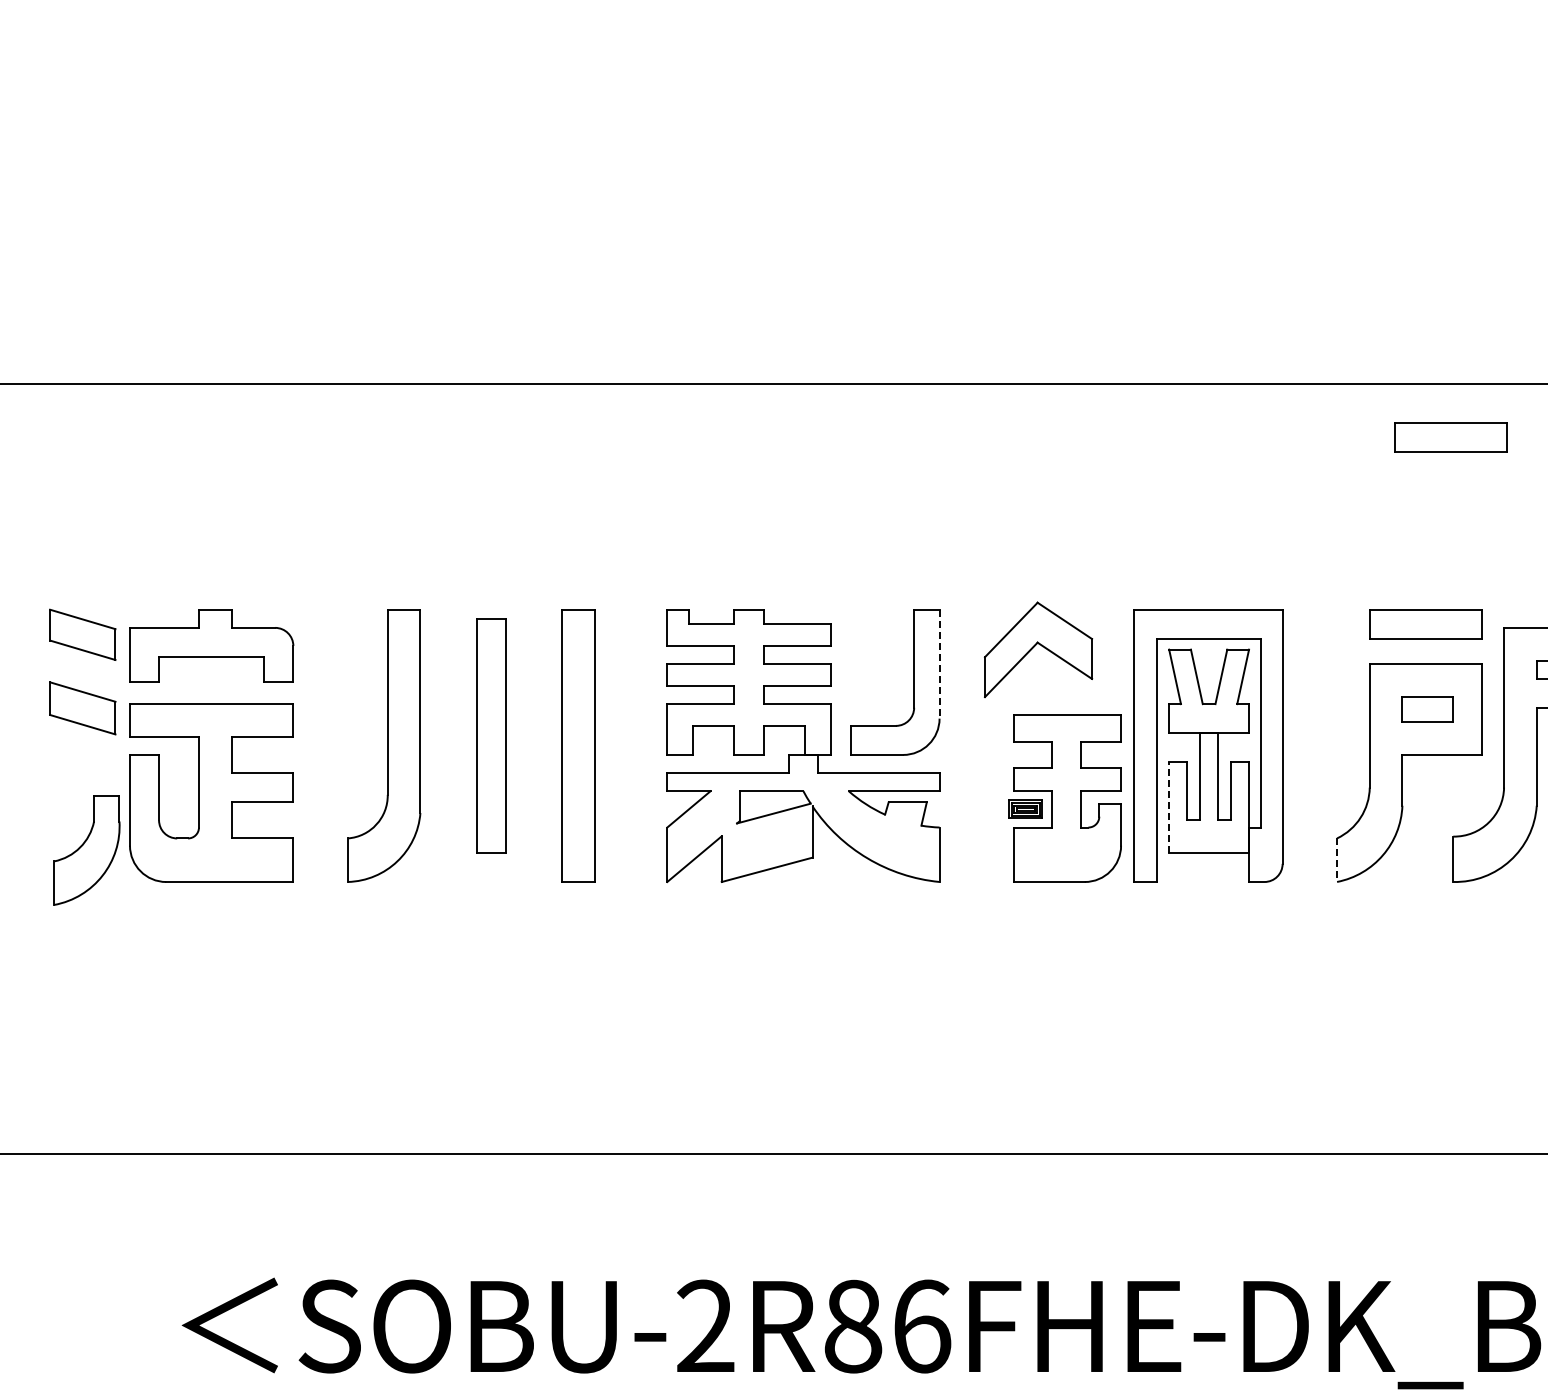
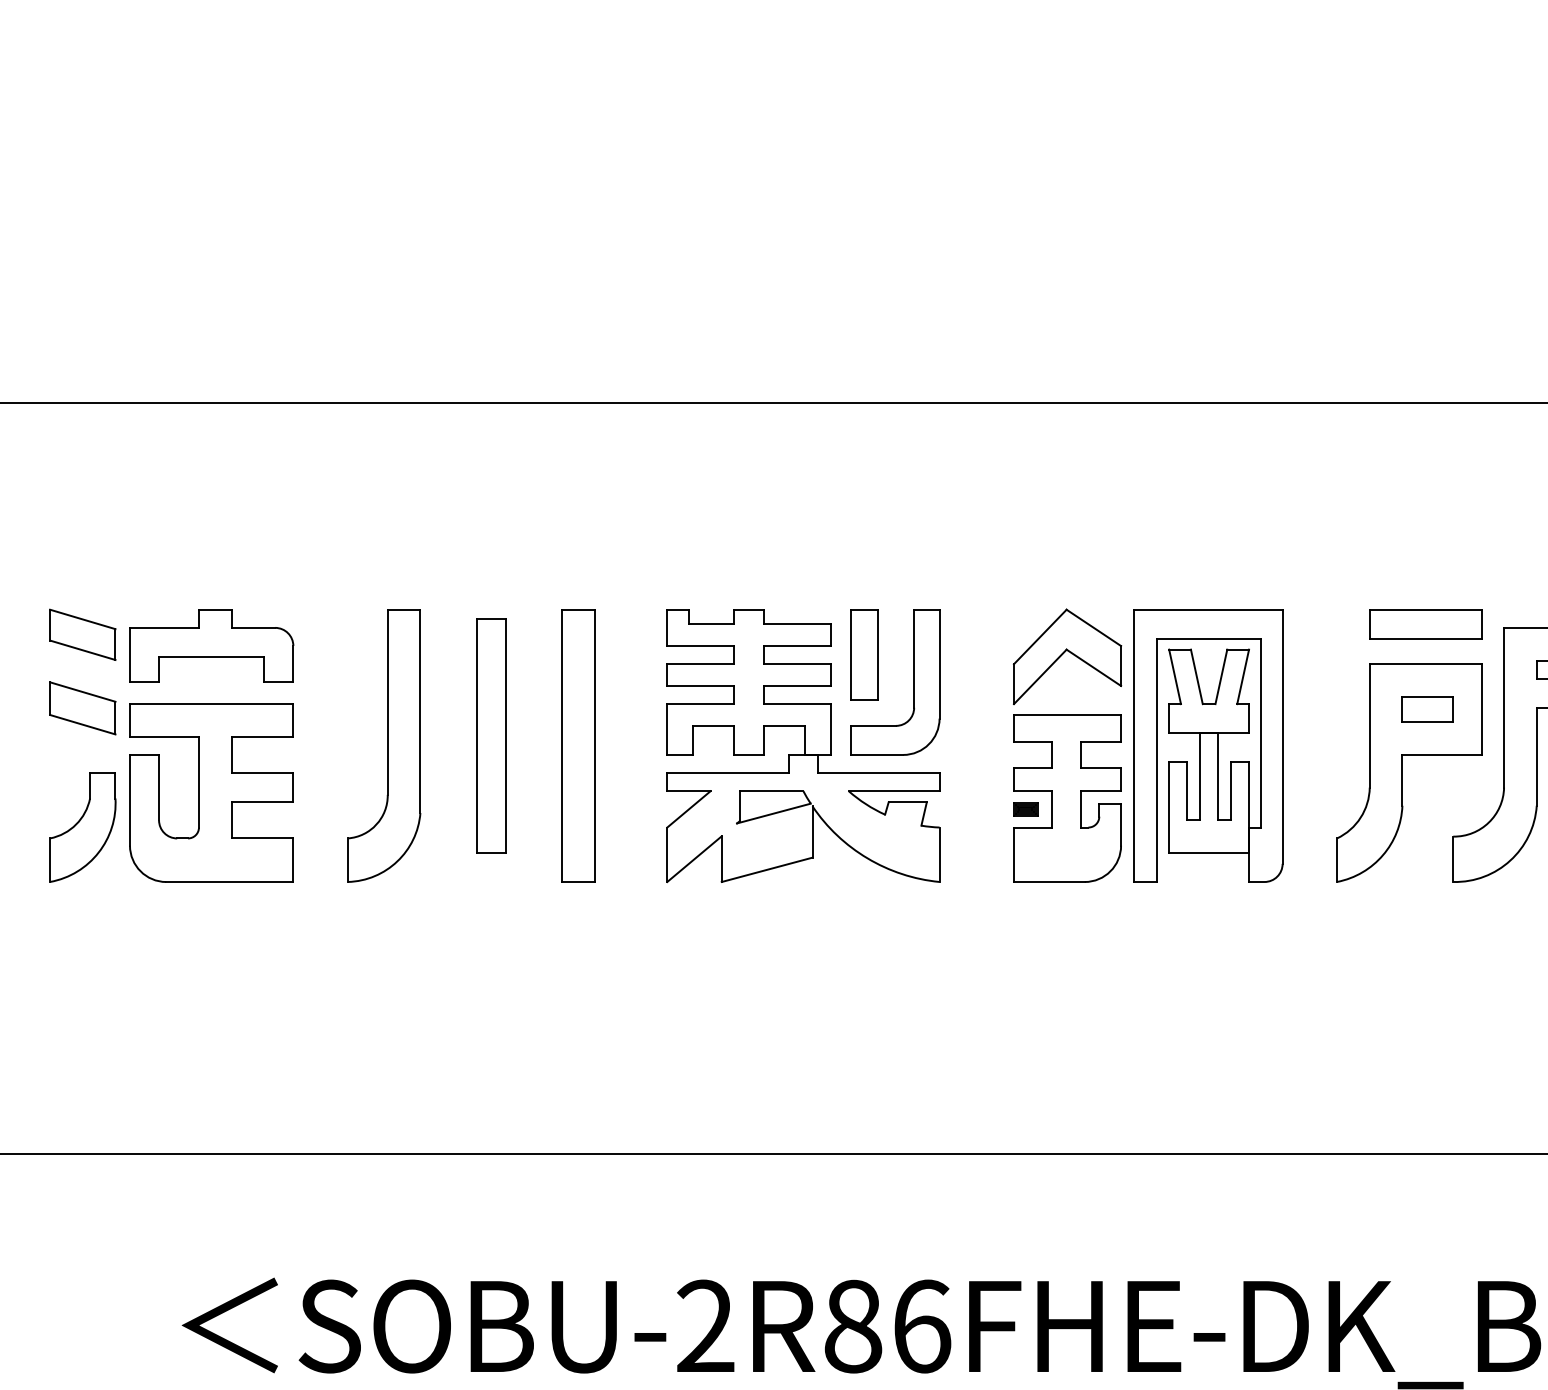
line at (773, 383) position: (773, 383) -> (773, 402)
part at (1450, 437): present -> none
part at (1038, 649) position: (1038, 649) -> (1067, 656)
part at (864, 654): none -> present
line at (939, 664): dashed -> solid
line at (1169, 807): dashed -> solid
part at (1025, 808) size: 35x20 px -> 26x15 px
part at (86, 850) position: (86, 850) -> (82, 827)
line at (1337, 860): dashed -> solid
